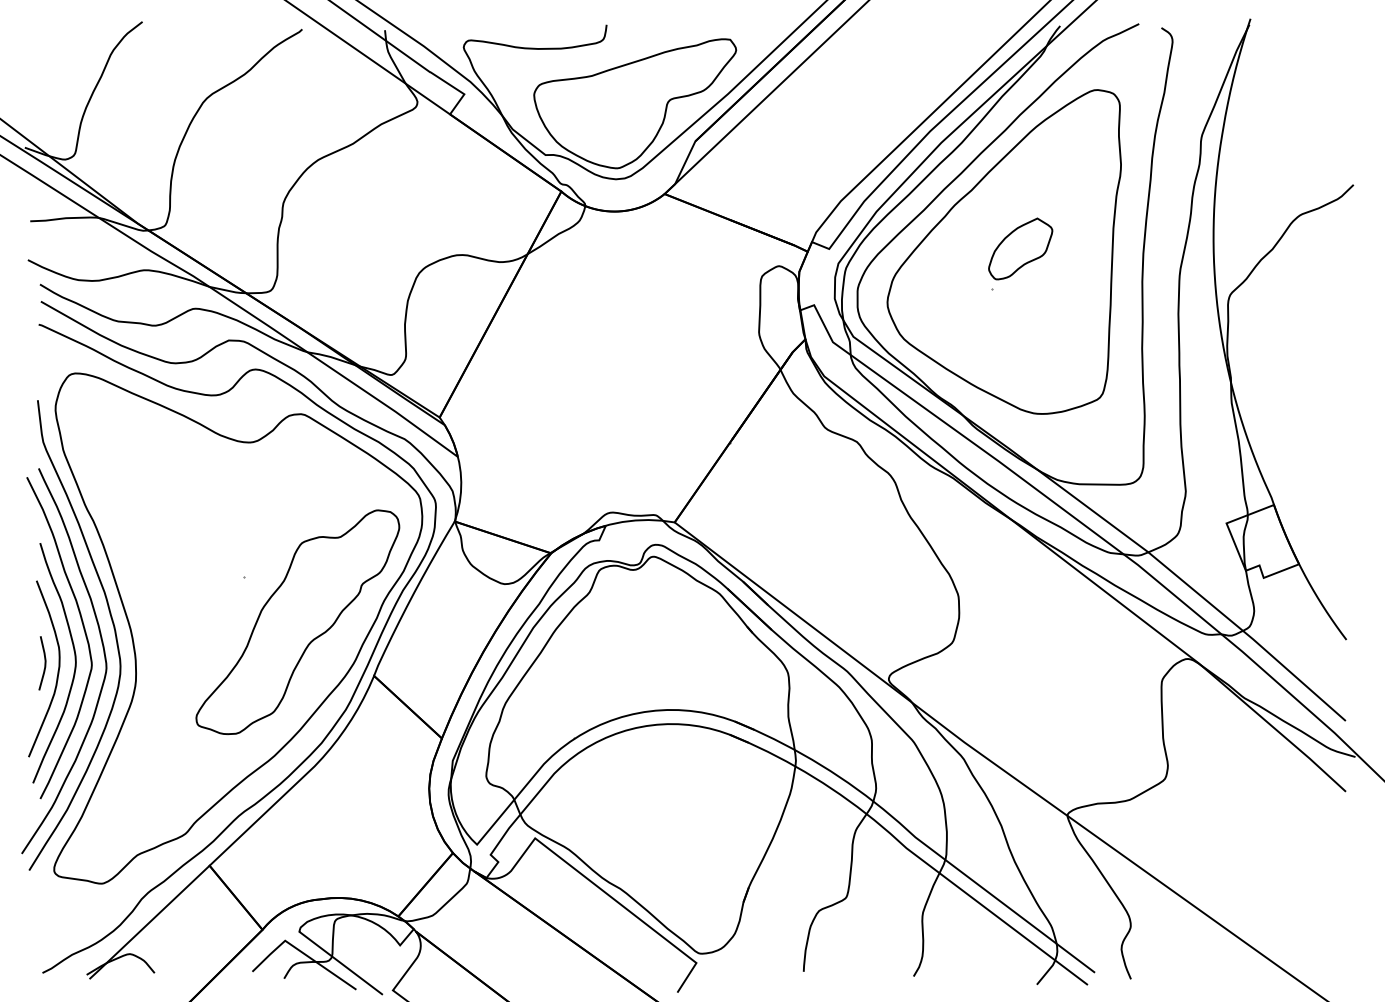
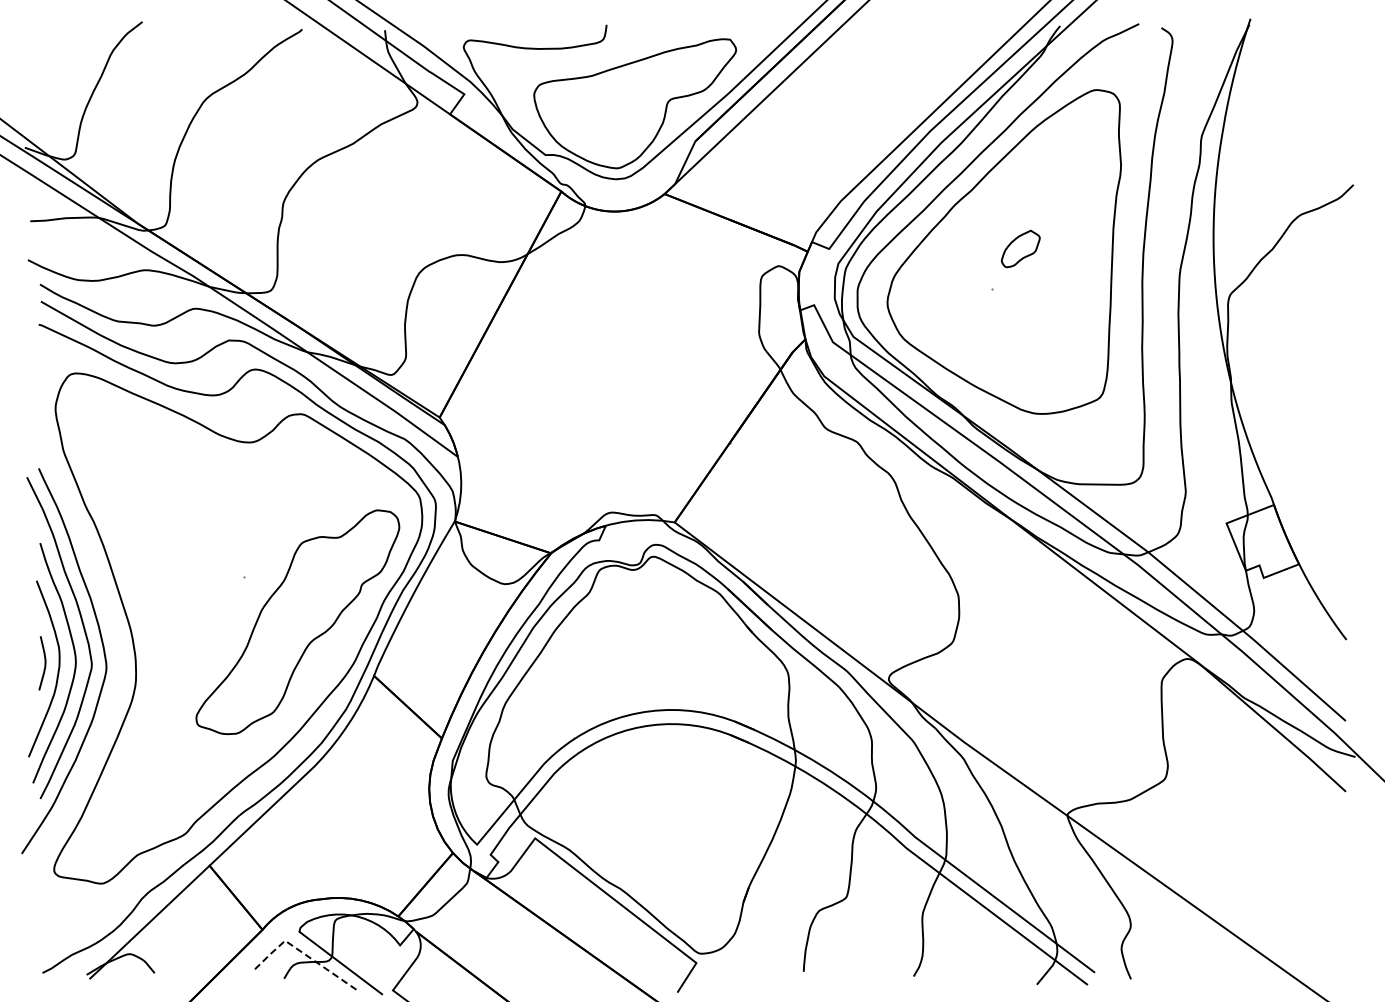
part at (1020, 248) size: 66x64 px -> 40x40 px
curve at (111, 621): present -> none
line at (300, 951): solid -> dashed
